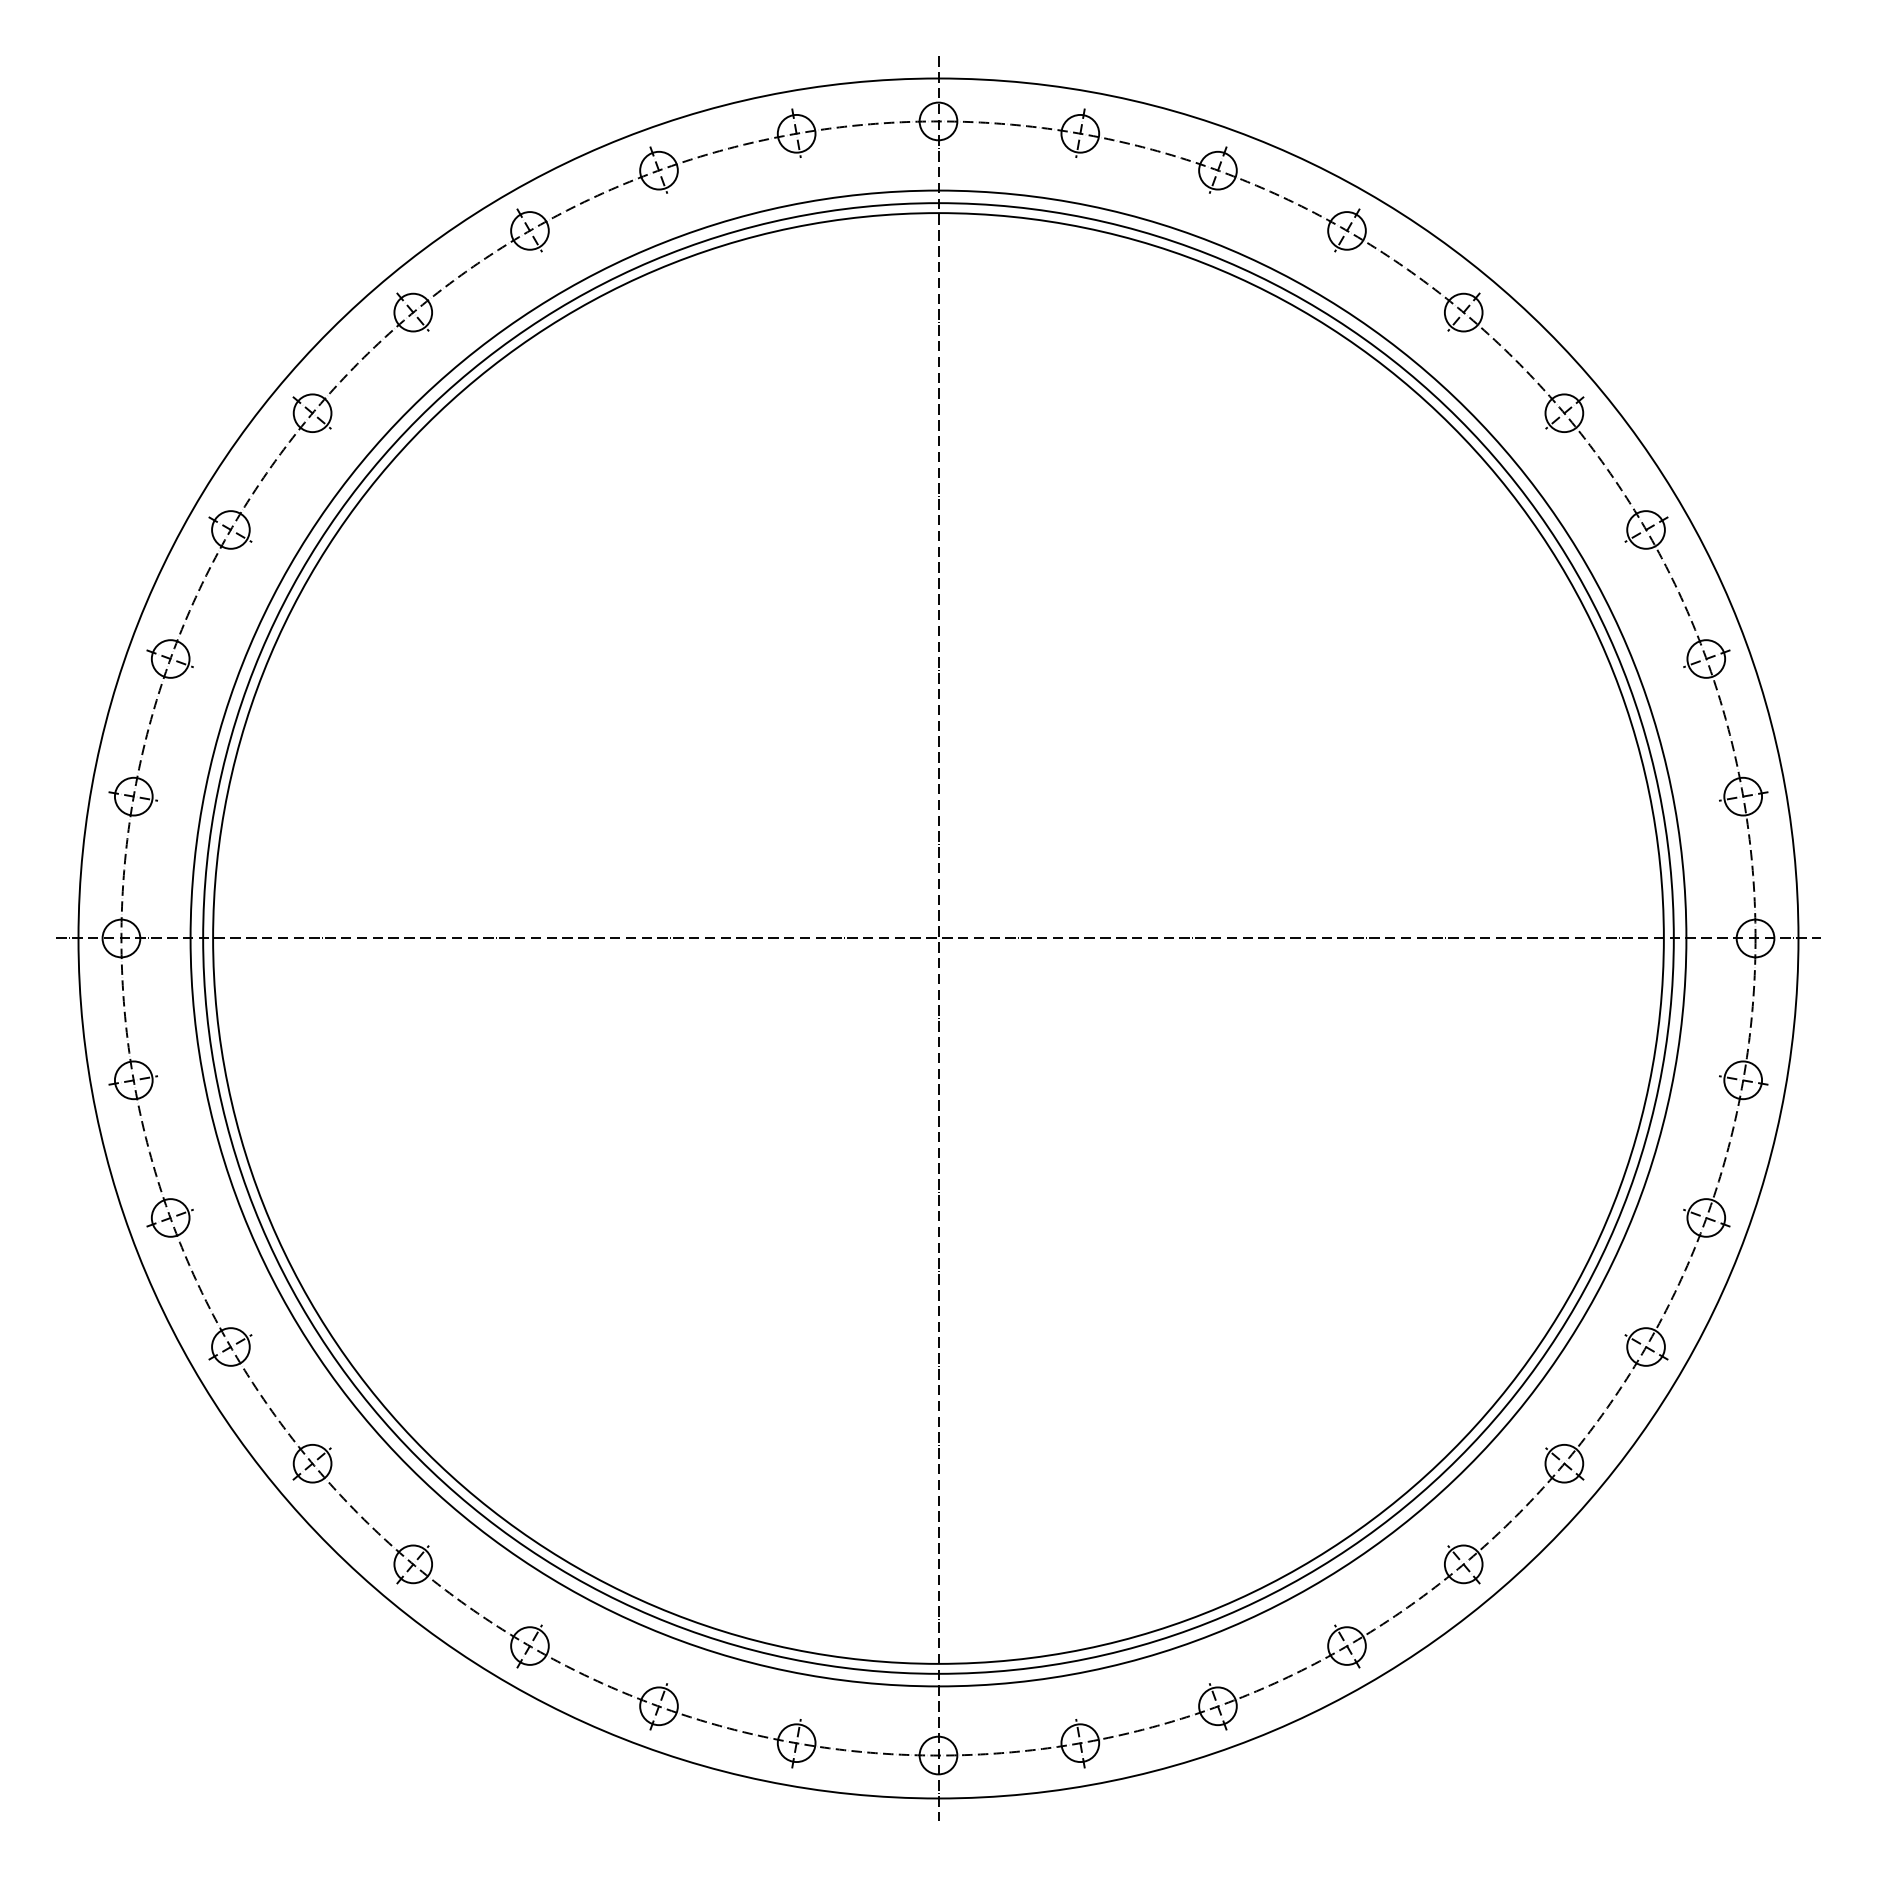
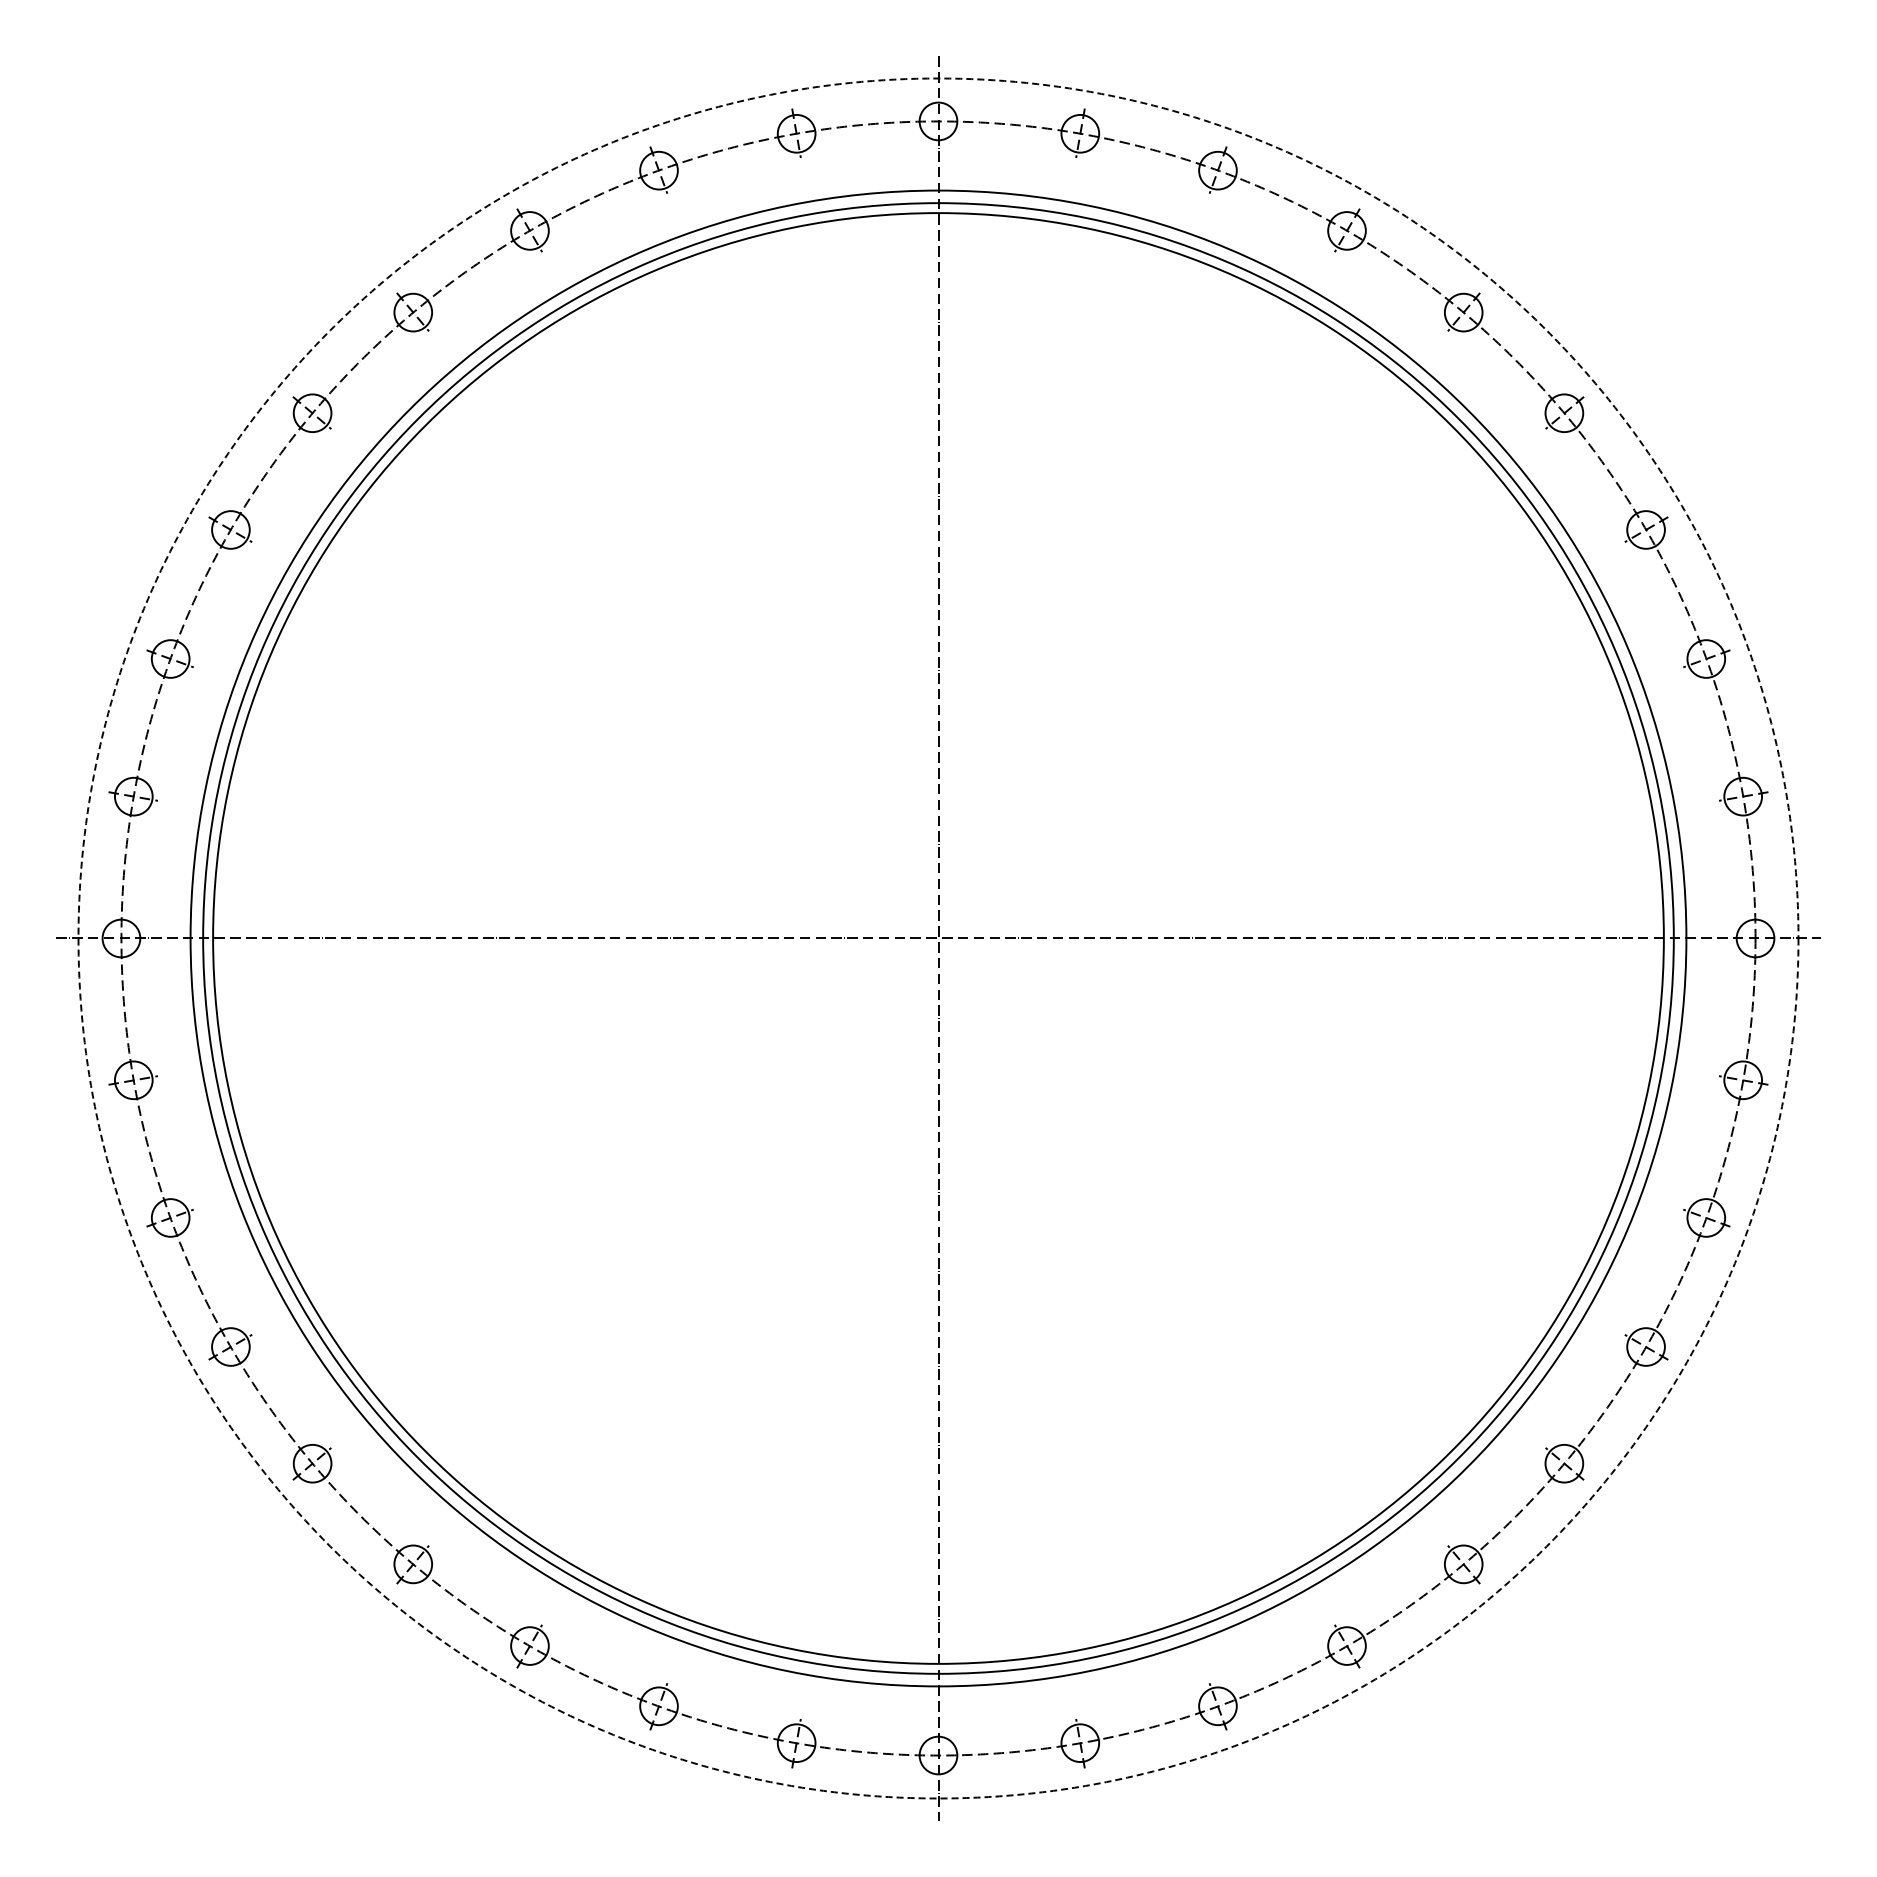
circle at (938, 938): solid -> dashed
